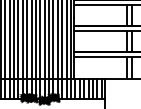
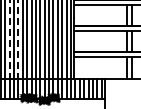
line at (9, 39): solid -> dashed
line at (18, 39): solid -> dashed
